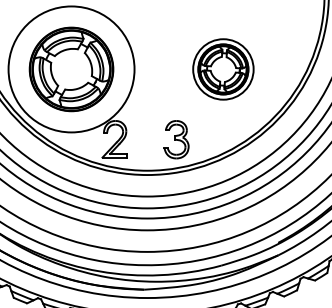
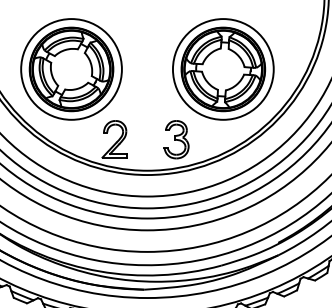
circle at (71, 69) diameter: 126 px -> 101 px
part at (223, 69) size: 63x63 px -> 103x103 px
